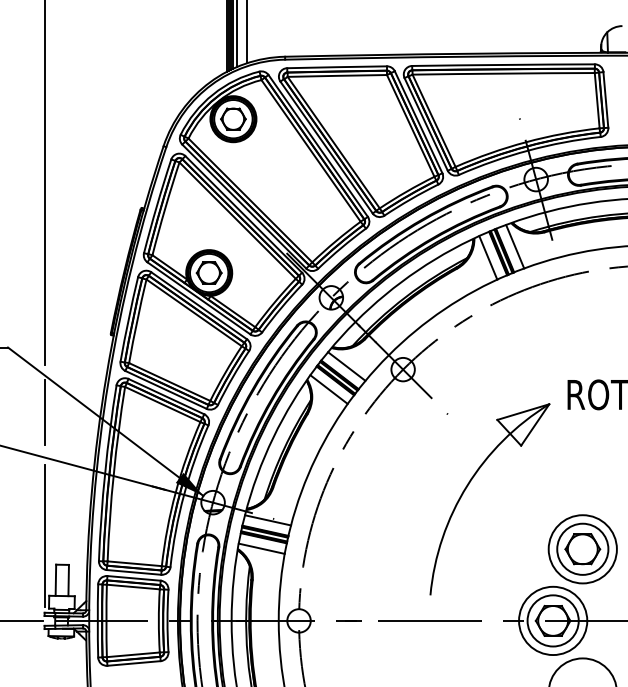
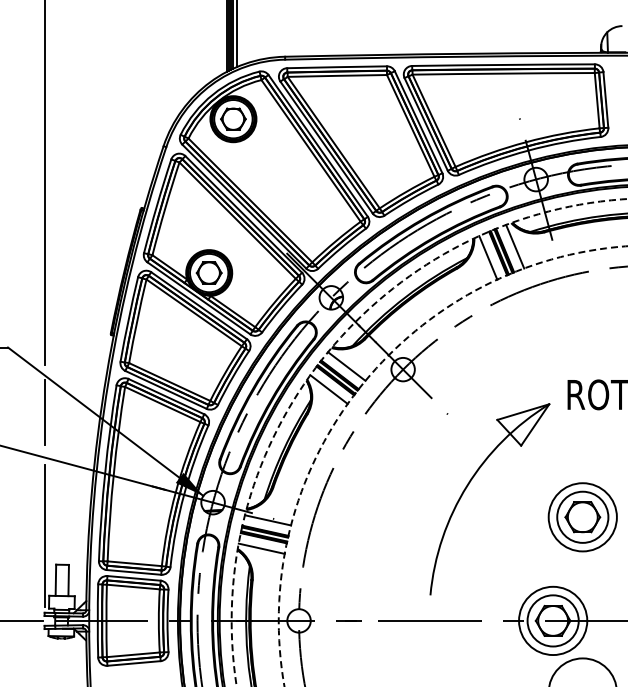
line at (247, 32): present -> none
circle at (429, 442): solid -> dashed
circle at (452, 466): solid -> dashed
part at (582, 549) position: (582, 549) -> (582, 517)
